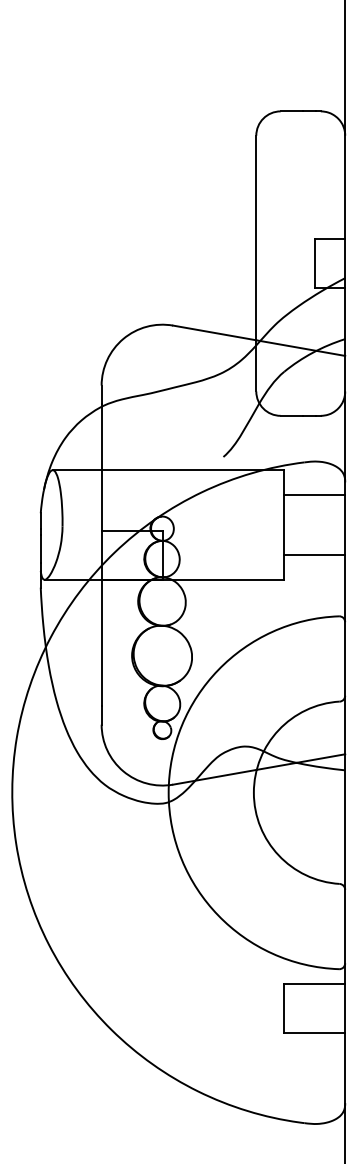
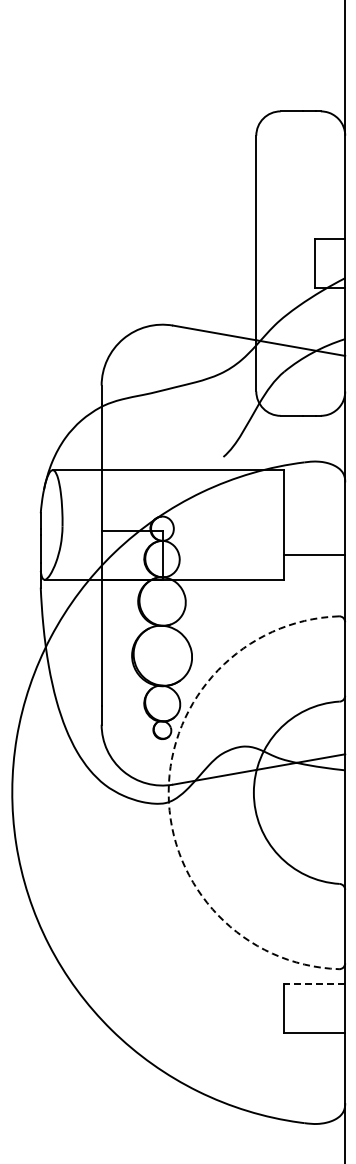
line at (314, 494): present -> none
arc at (168, 792): solid -> dashed
line at (314, 983): solid -> dashed
